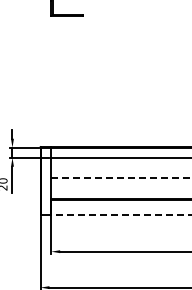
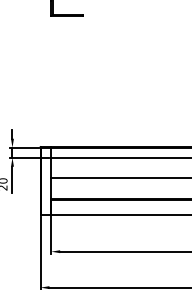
line at (121, 178): dashed -> solid
line at (121, 214): dashed -> solid
